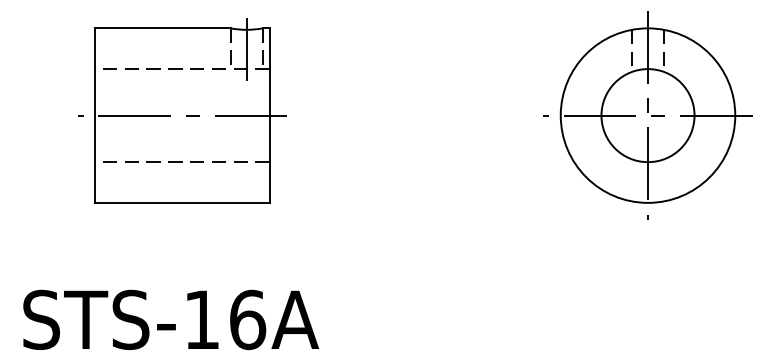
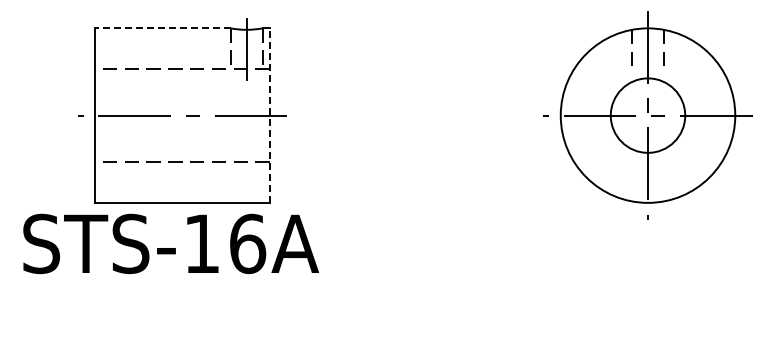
line at (163, 28): solid -> dashed
line at (269, 115): solid -> dashed
circle at (647, 115) diameter: 93 px -> 74 px
text at (171, 319) position: (171, 319) -> (171, 243)
